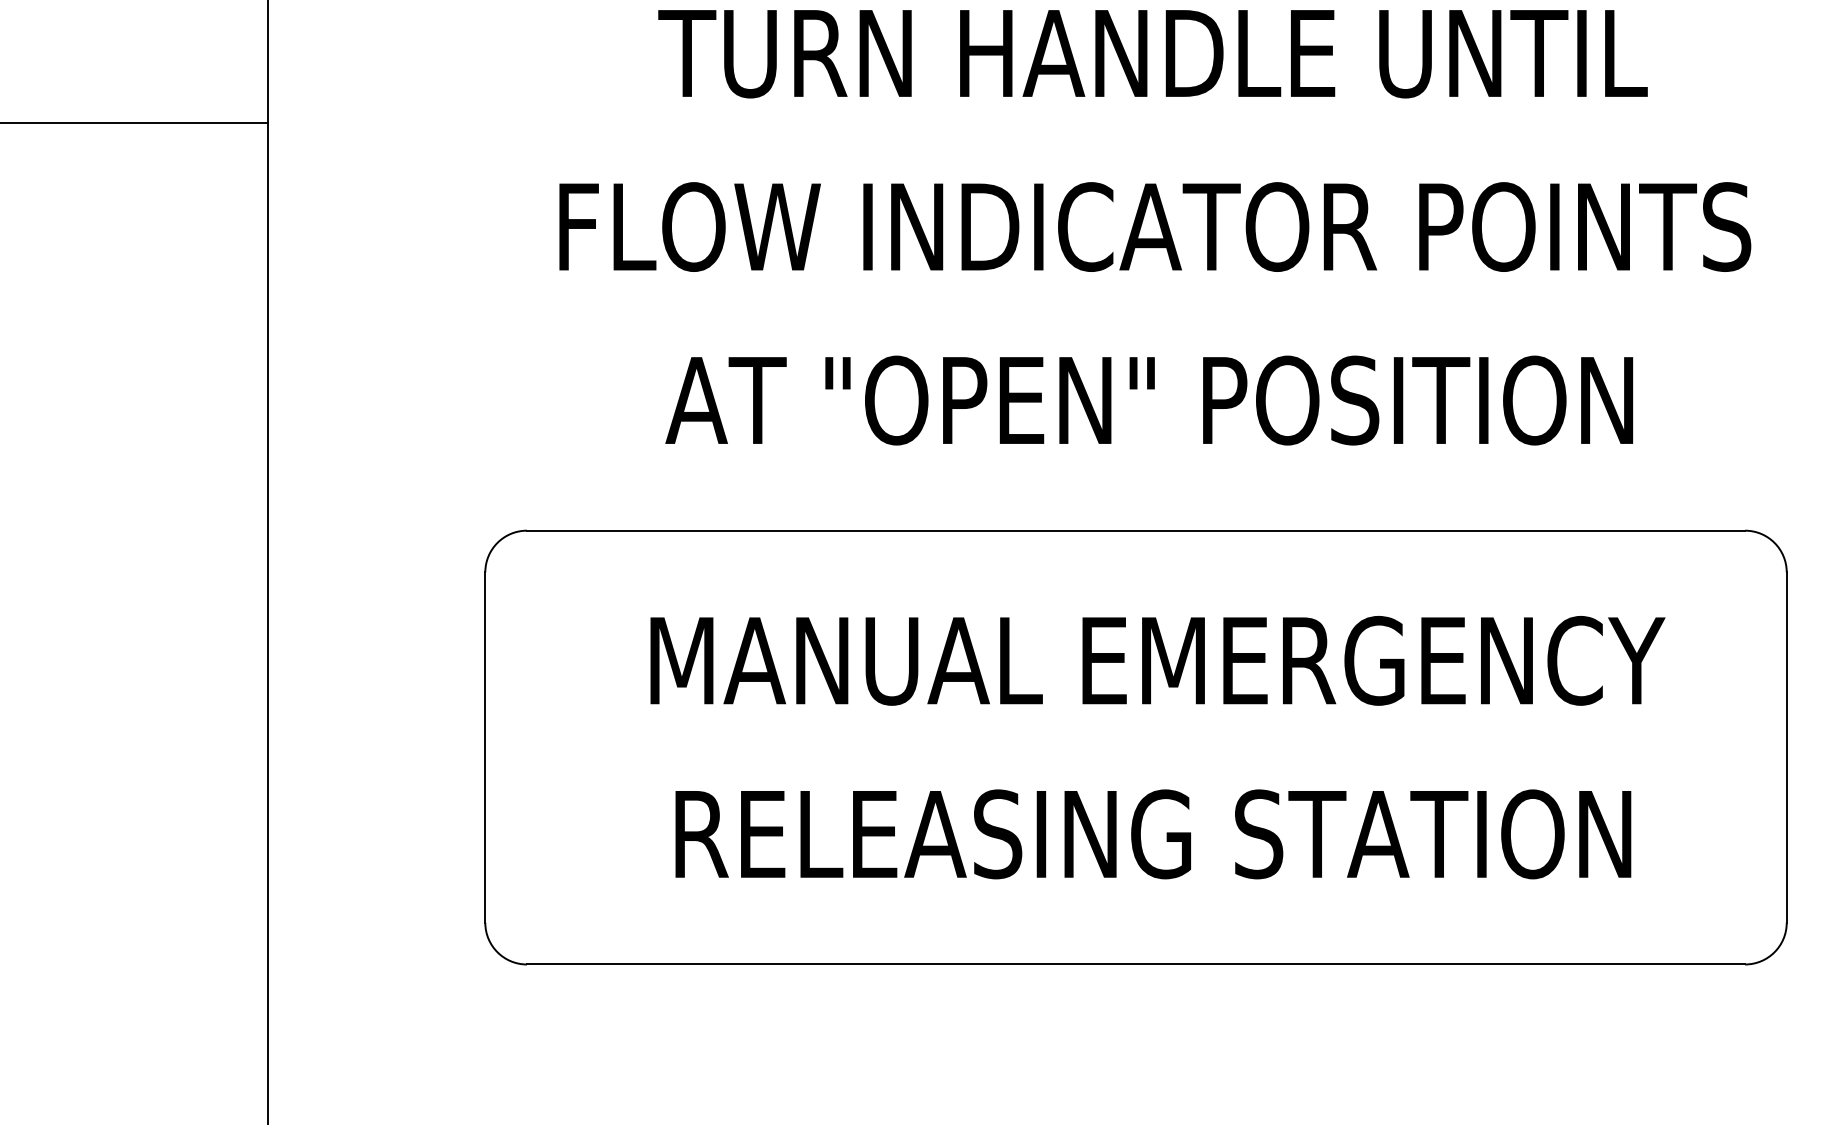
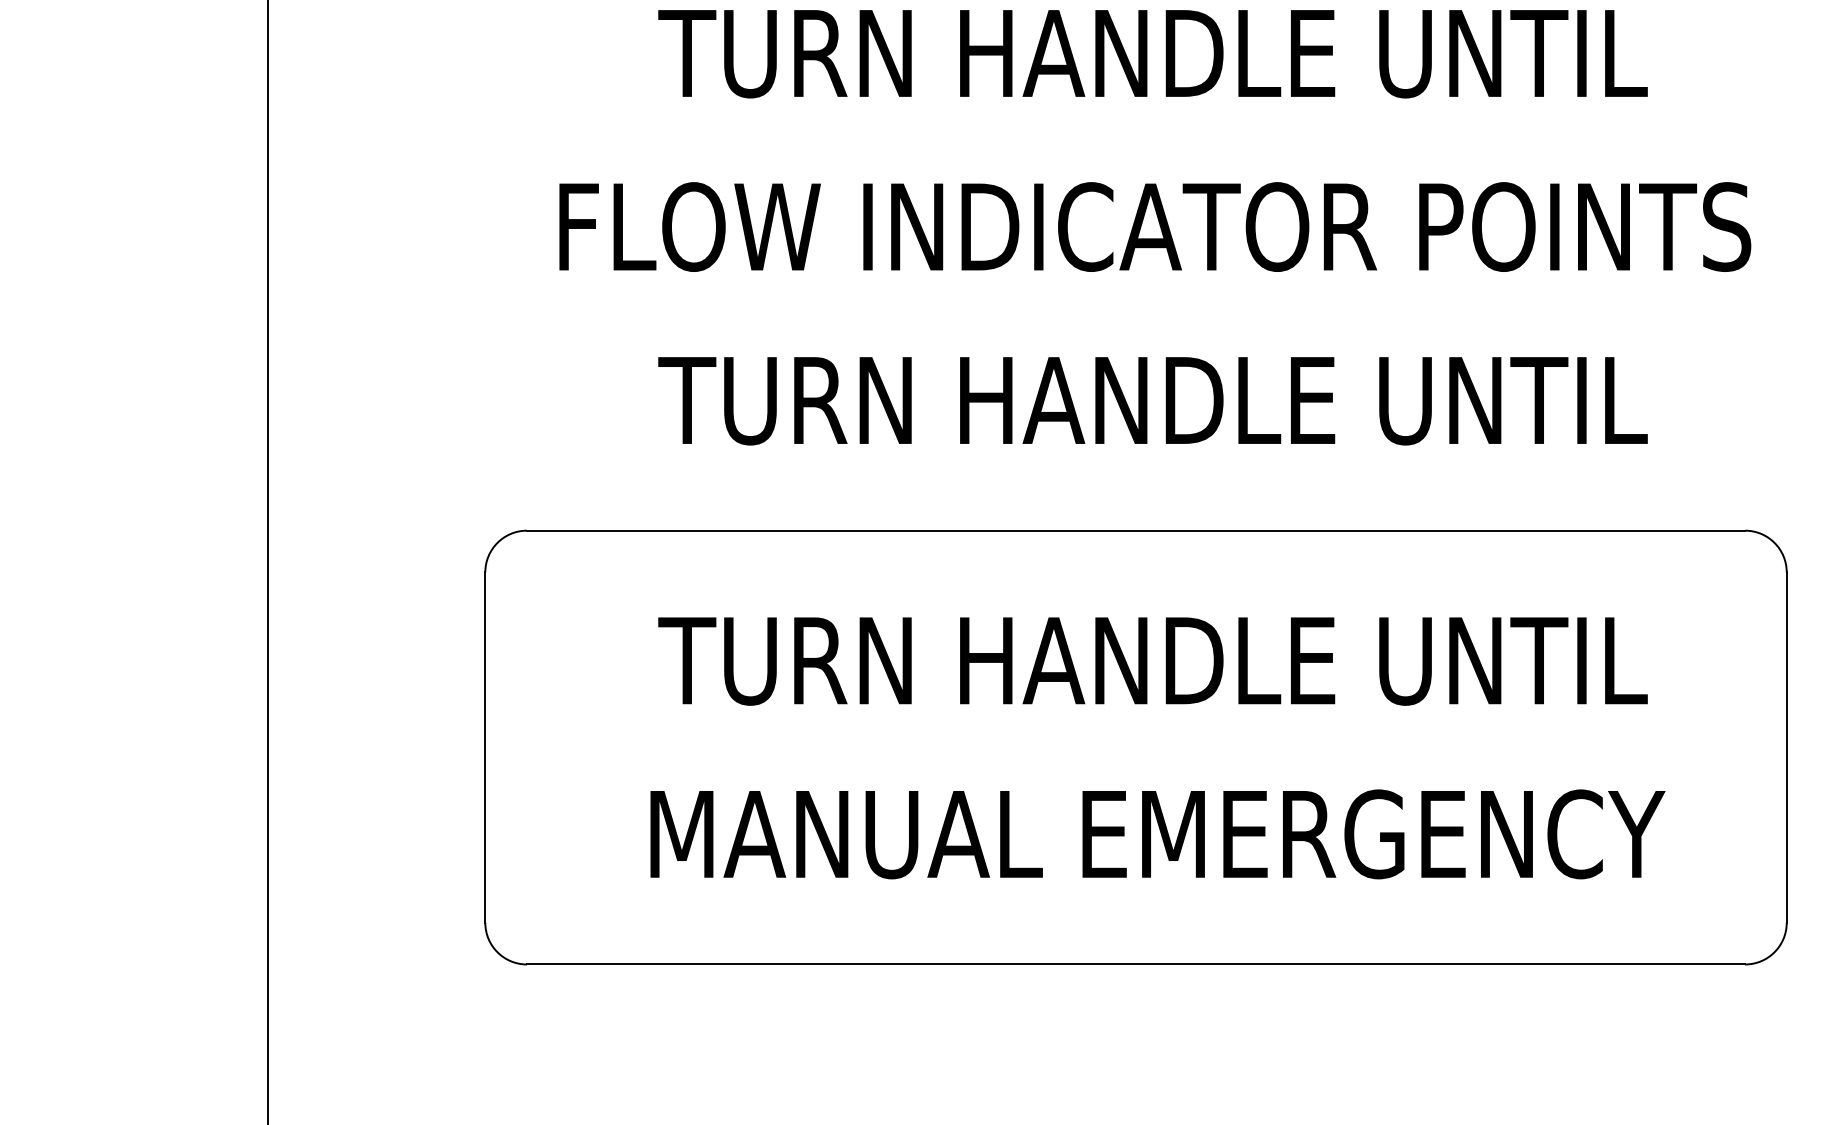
line at (135, 122): present -> none
text at (1152, 400): AT "OPEN" POSITION -> TURN HANDLE UNTIL
text at (1157, 660): MANUAL EMERGENCY -> TURN HANDLE UNTIL
text at (1157, 834): RELEASING STATION -> MANUAL EMERGENCY
